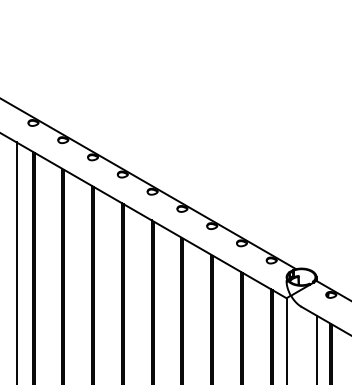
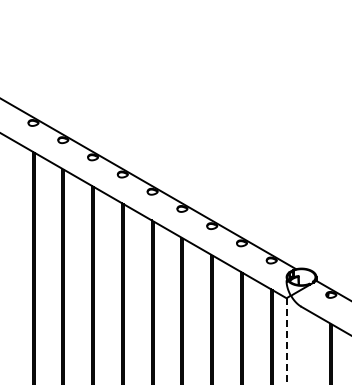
line at (16, 261): present -> none
line at (286, 341): solid -> dashed
line at (316, 348): present -> none
